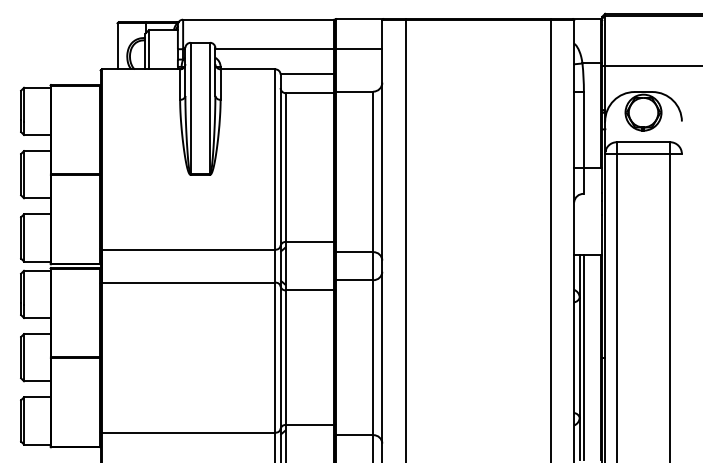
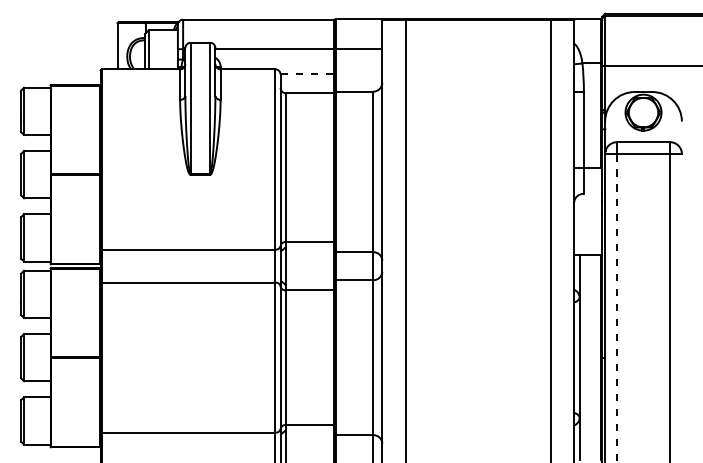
line at (307, 74): solid -> dashed
line at (616, 308): solid -> dashed
line at (584, 357): present -> none
